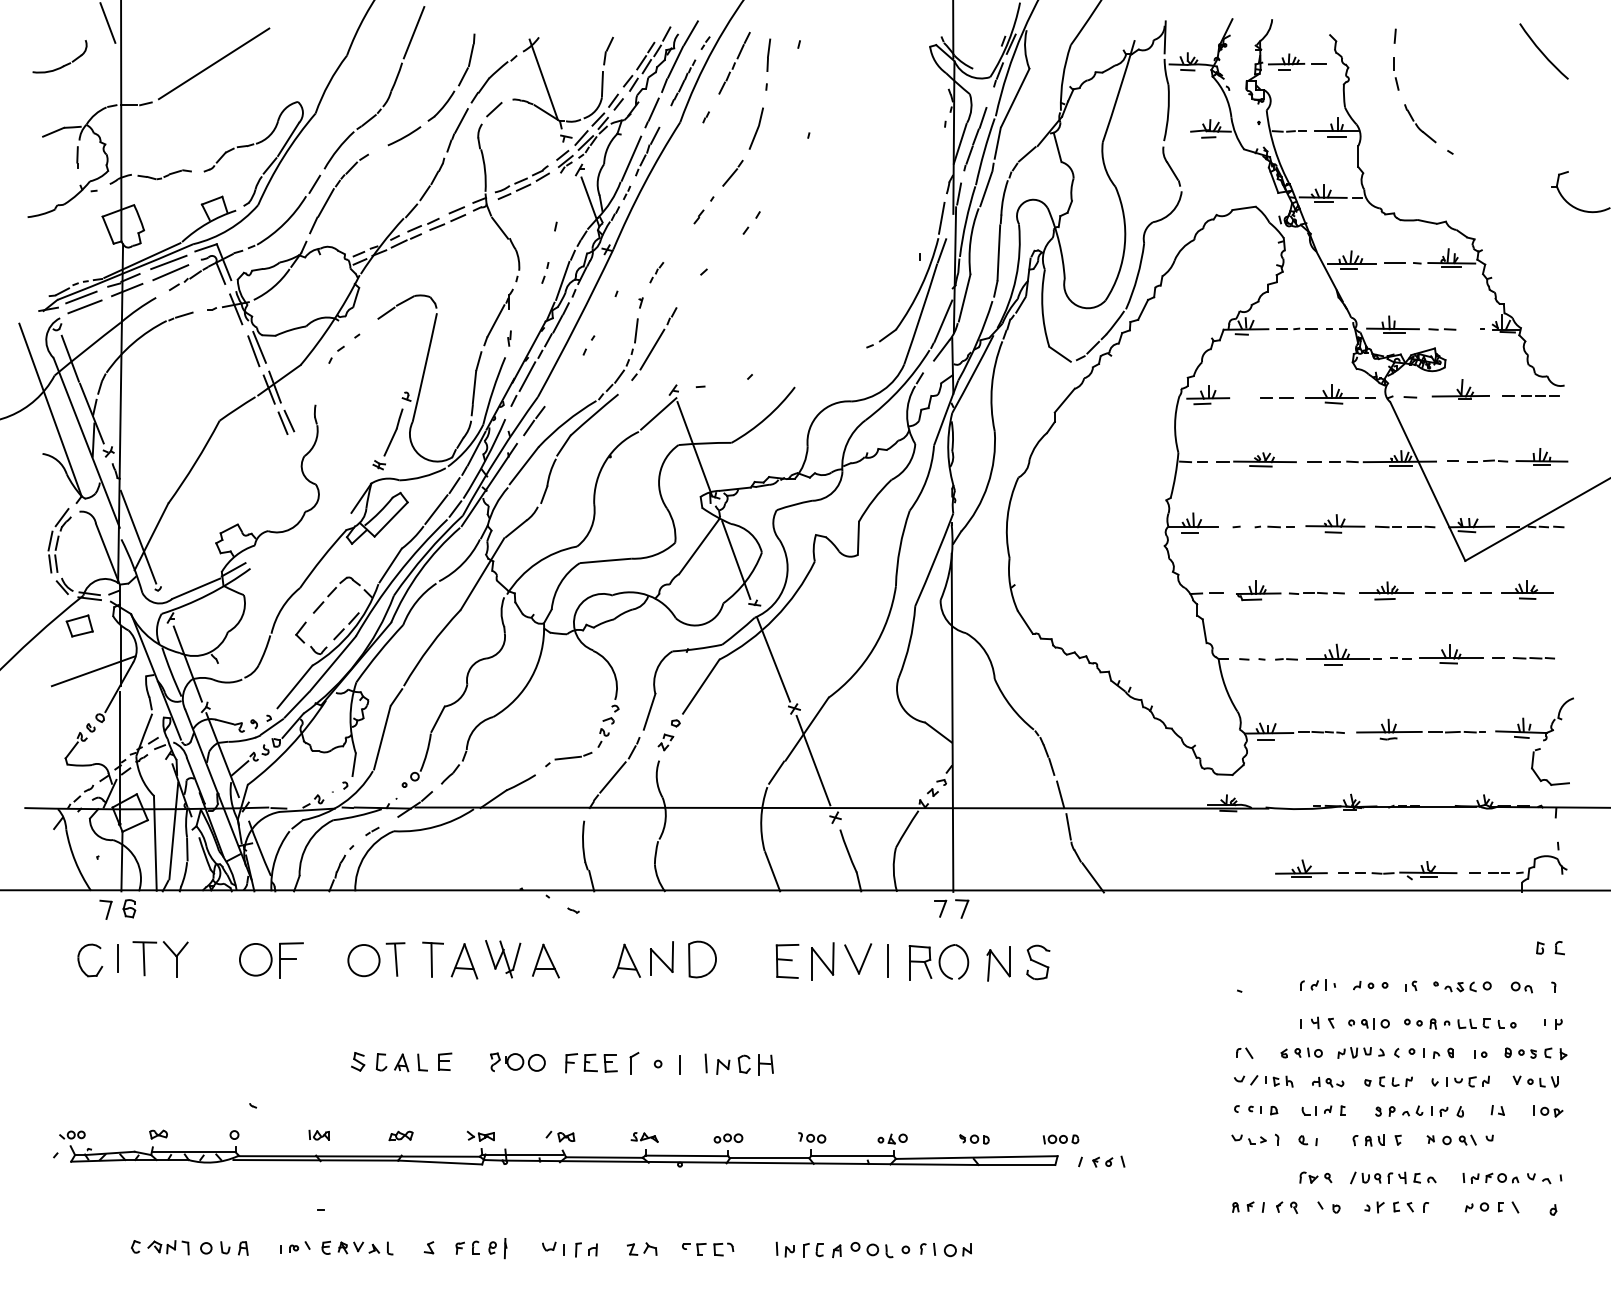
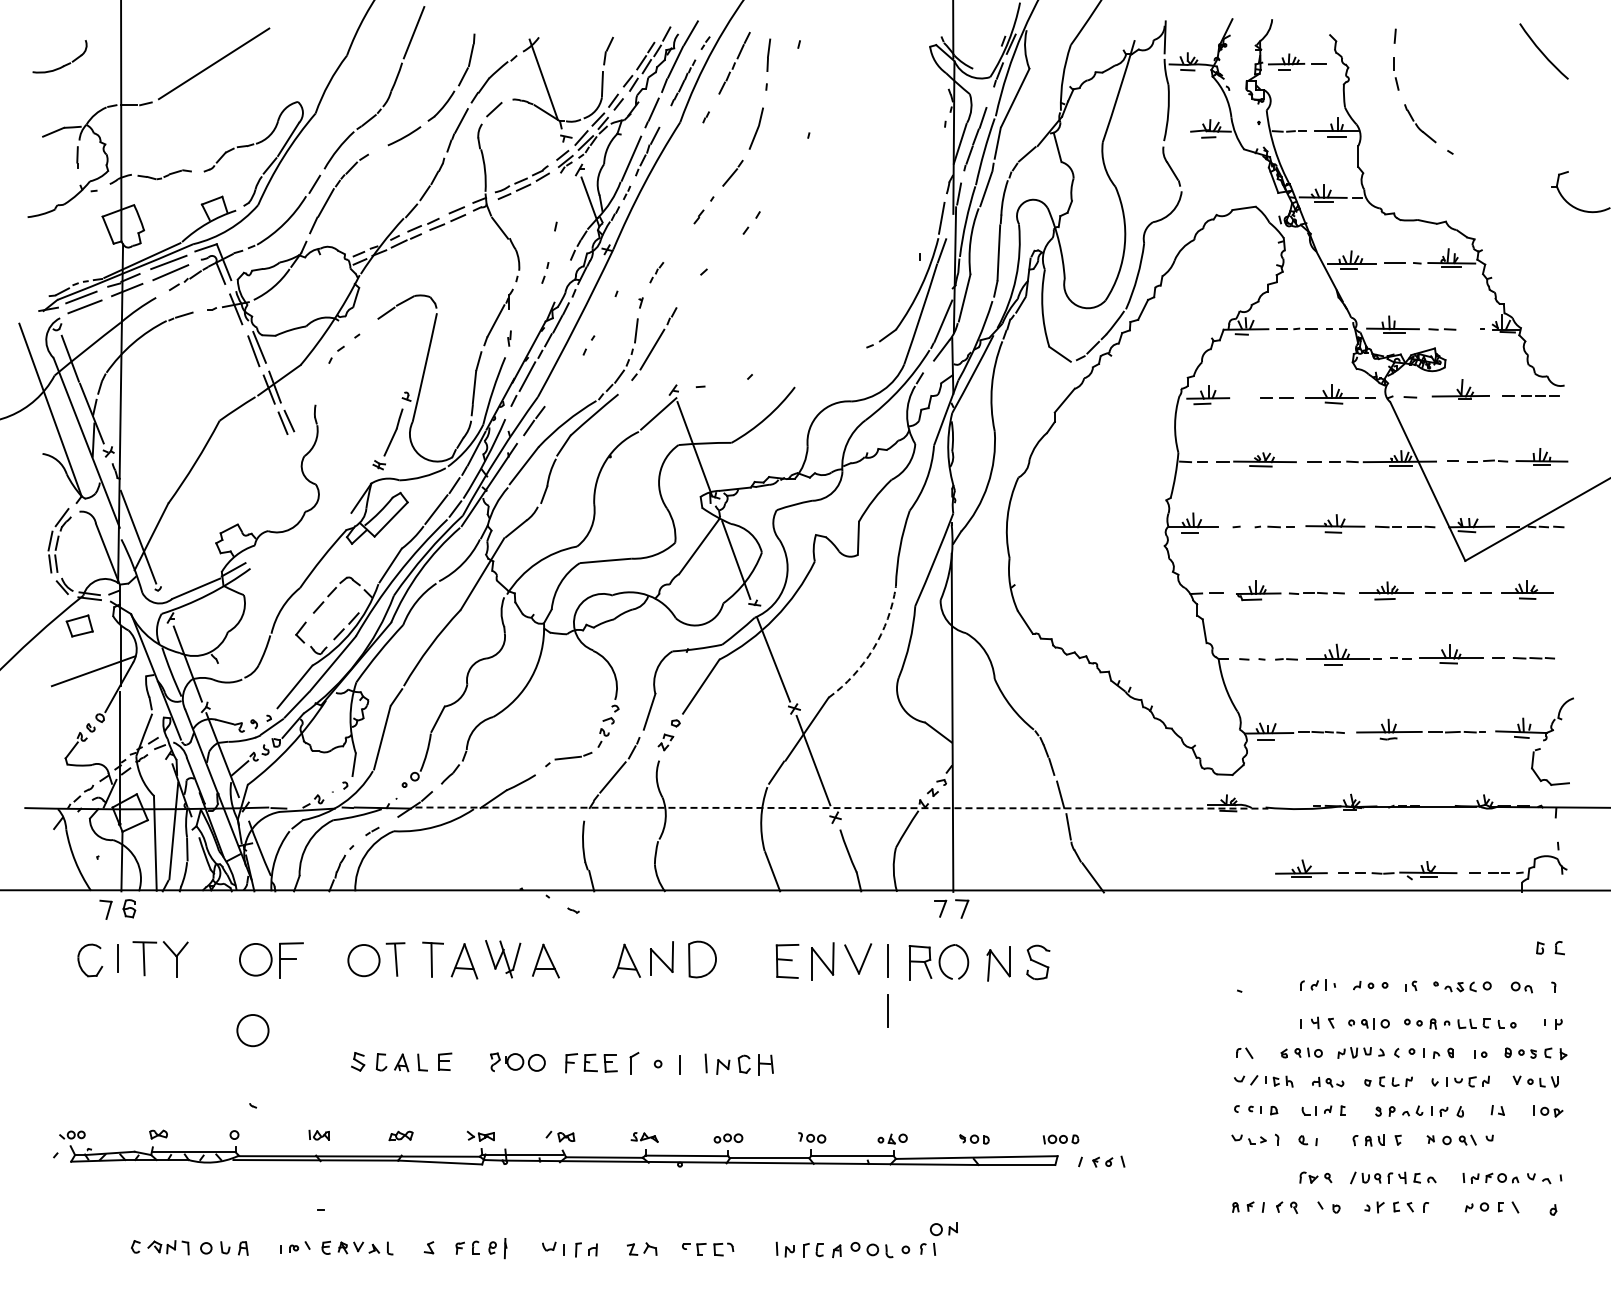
line at (107, 22): present -> none
line at (562, 280): present -> none
arc at (873, 648): solid -> dashed
line at (842, 808): solid -> dashed
line at (887, 1010): none -> present
circle at (252, 1030): none -> present
part at (957, 1250) position: (957, 1250) -> (943, 1229)
